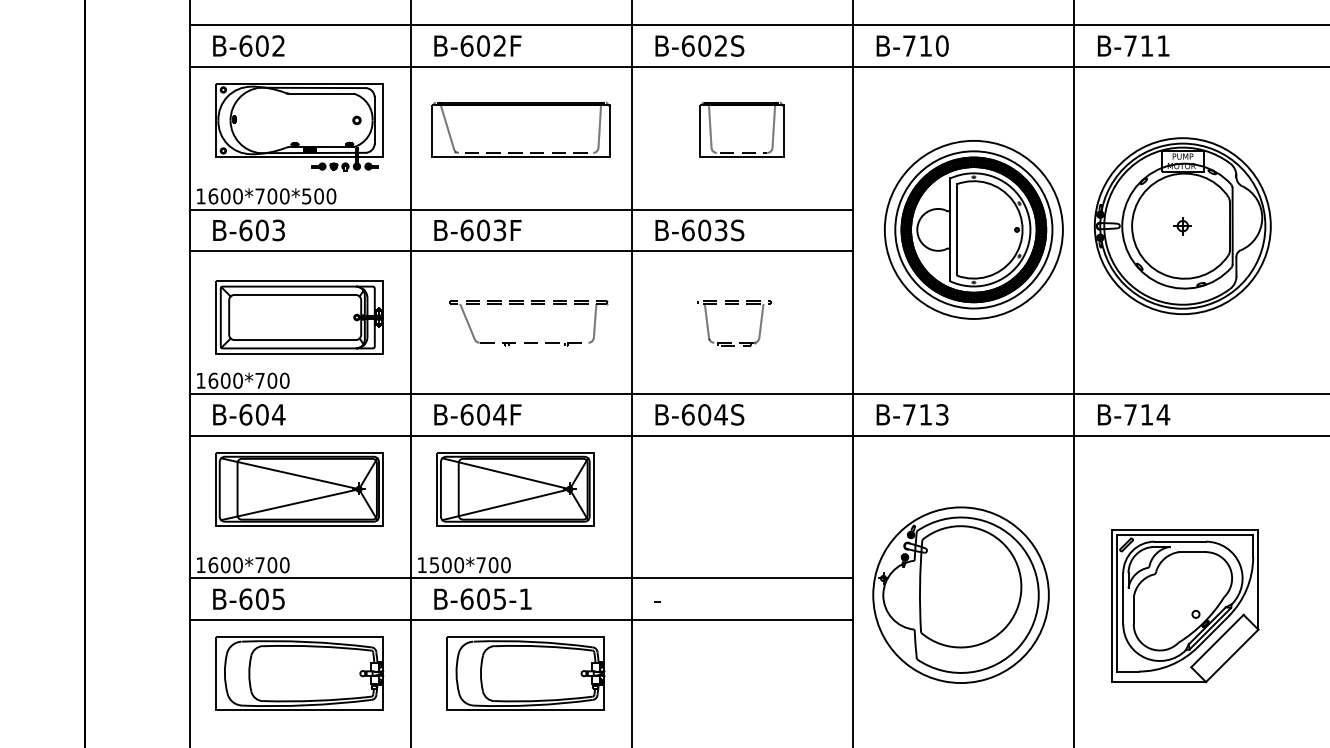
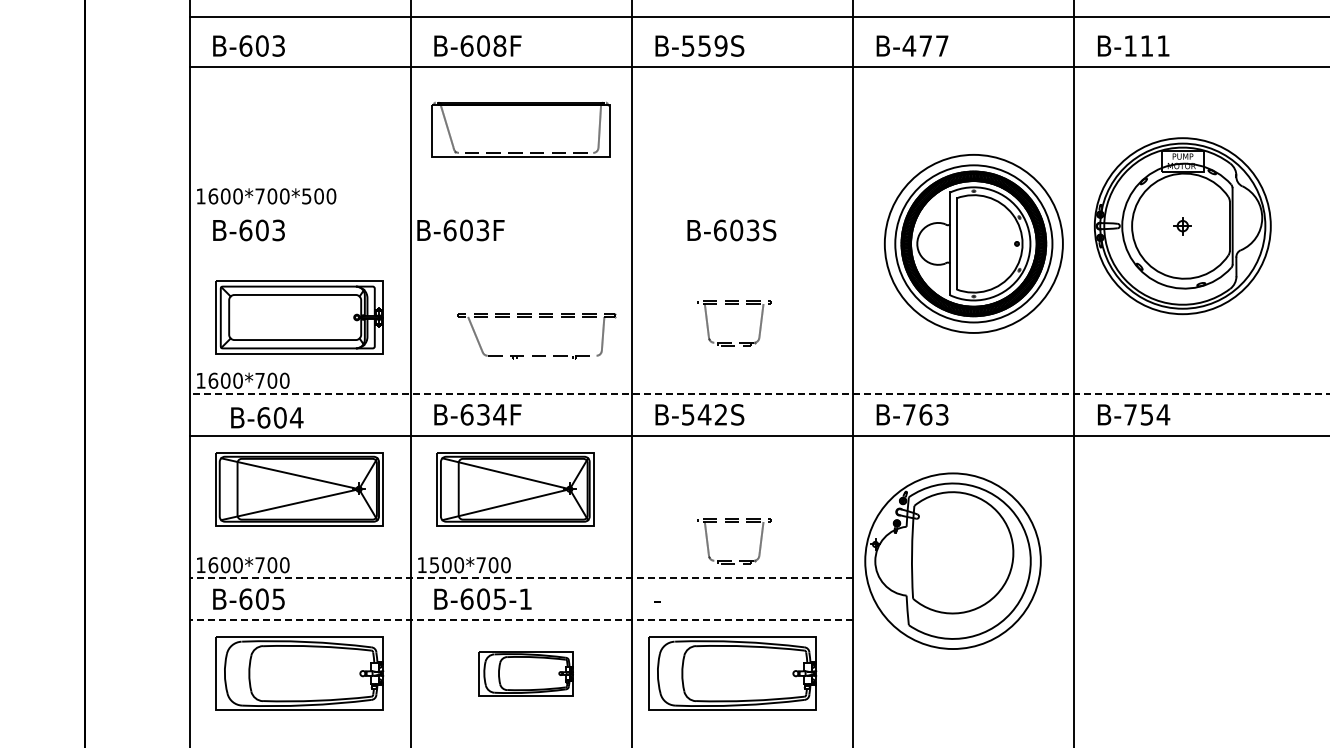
line at (757, 25) position: (757, 25) -> (757, 17)
text at (278, 45): B-602 -> B-603
text at (499, 45): B-602F -> B-608F
text at (704, 45): B-602S -> B-559S
text at (925, 45): B-710 -> B-477
text at (1130, 45): B-711 -> B-111
part at (299, 127): present -> none
part at (741, 129): present -> none
line at (521, 209): present -> none
part at (973, 229) position: (973, 229) -> (973, 243)
text at (477, 230) position: (477, 230) -> (460, 230)
text at (699, 230) position: (699, 230) -> (731, 230)
line at (521, 251): present -> none
part at (528, 342) position: (528, 342) -> (536, 355)
line at (759, 393): solid -> dashed
text at (249, 414) position: (249, 414) -> (267, 417)
text at (483, 414): B-604F -> B-634F
text at (704, 414): B-604S -> B-542S
text at (925, 414): B-713 -> B-763
text at (1146, 414): B-714 -> B-754
part at (734, 522): none -> present
line at (521, 578): solid -> dashed
part at (960, 594) position: (960, 594) -> (952, 560)
part at (1185, 606): present -> none
line at (521, 620): solid -> dashed
part at (525, 673) size: 160x75 px -> 96x46 px
part at (732, 673): none -> present
